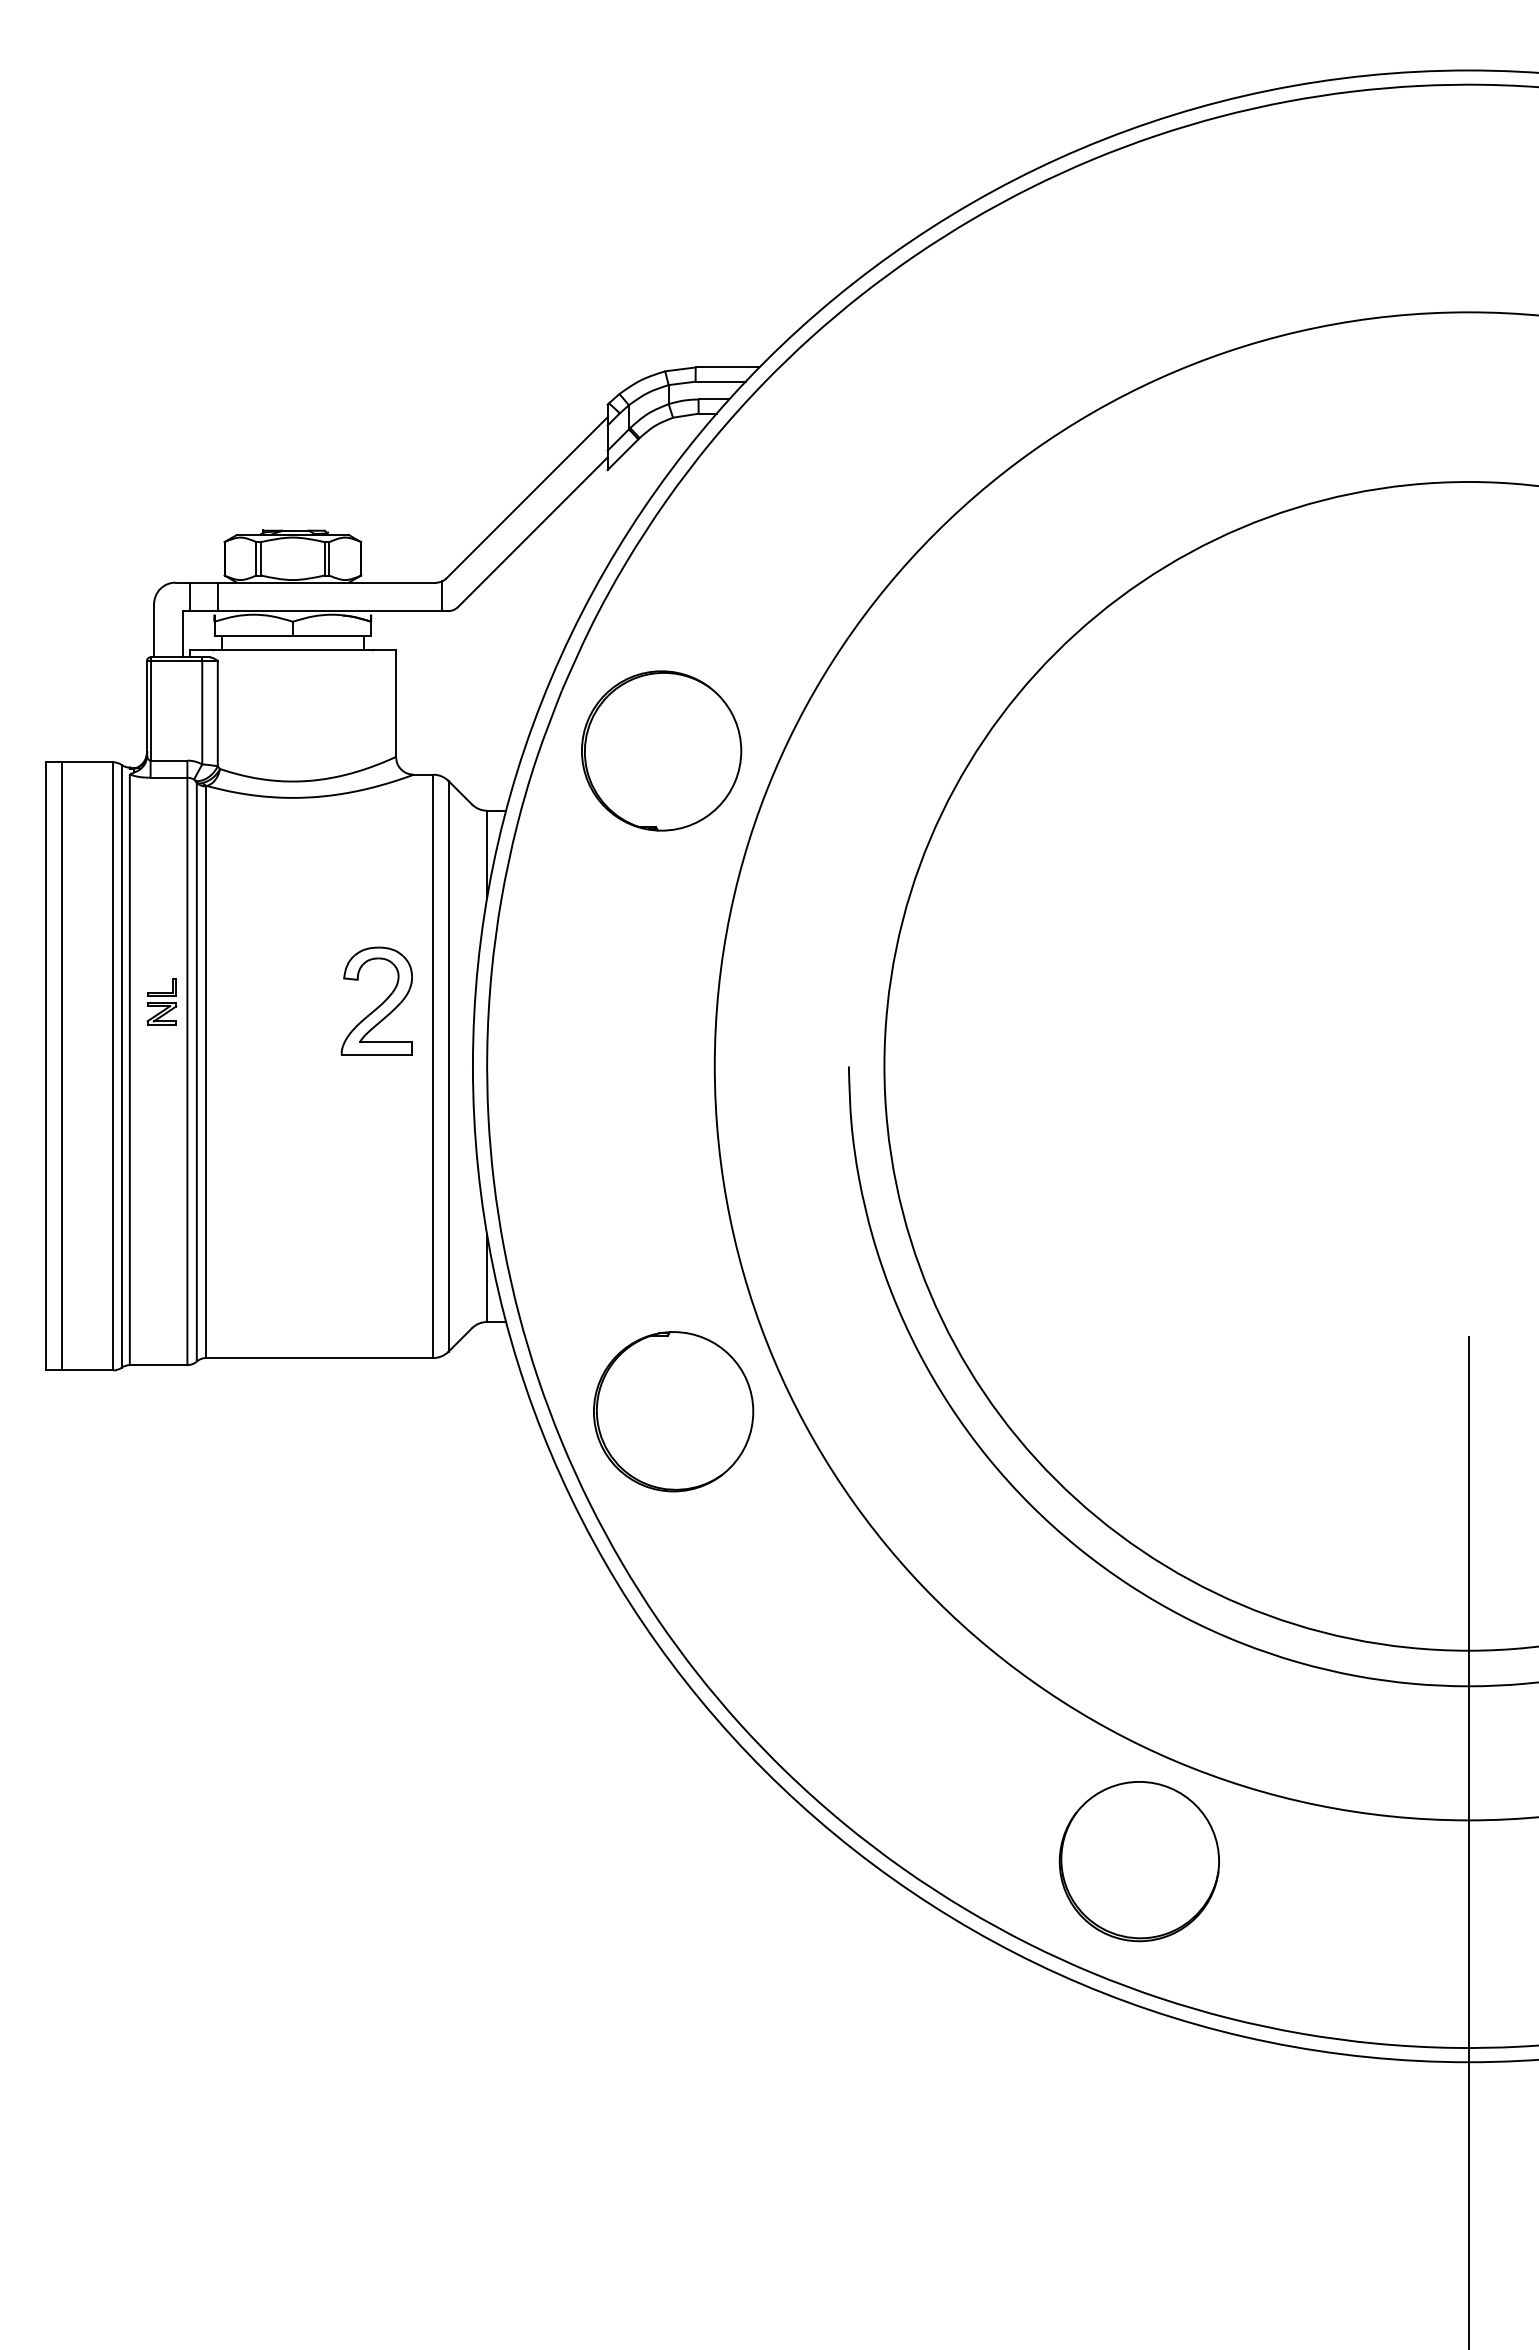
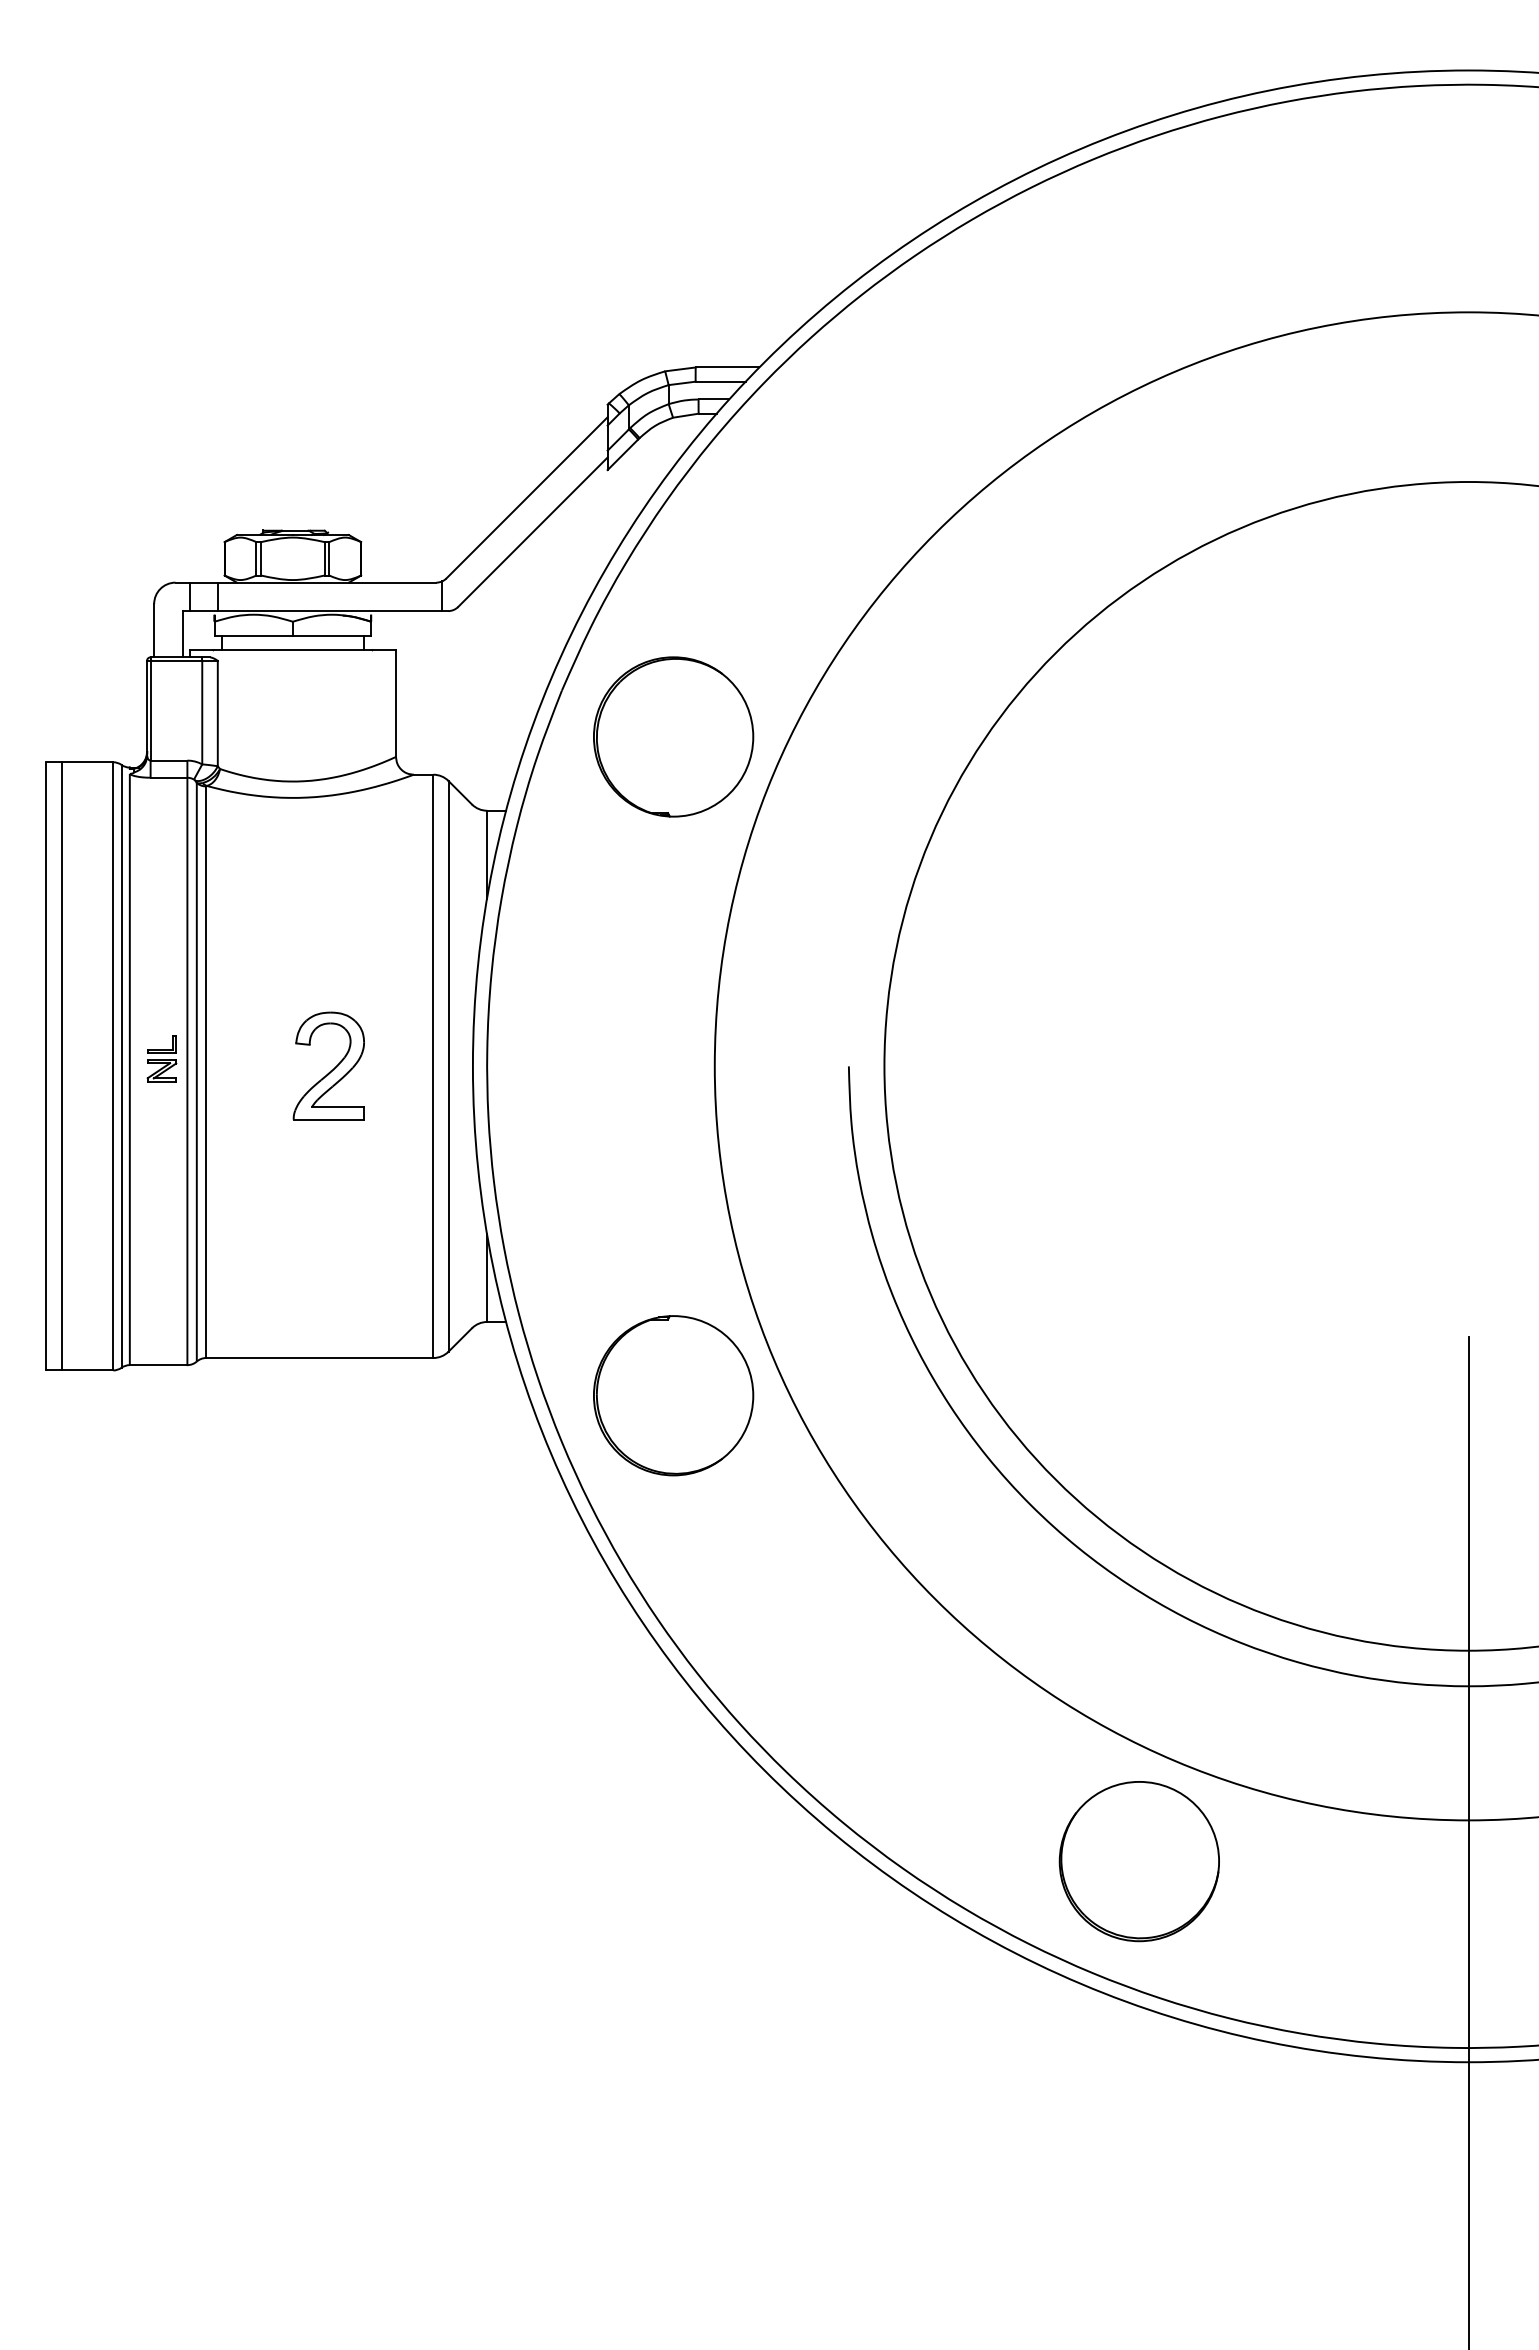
part at (661, 750) position: (661, 750) -> (673, 736)
part at (376, 1000) position: (376, 1000) -> (328, 1065)
part at (161, 1001) position: (161, 1001) -> (161, 1058)
part at (673, 1411) position: (673, 1411) -> (673, 1395)
